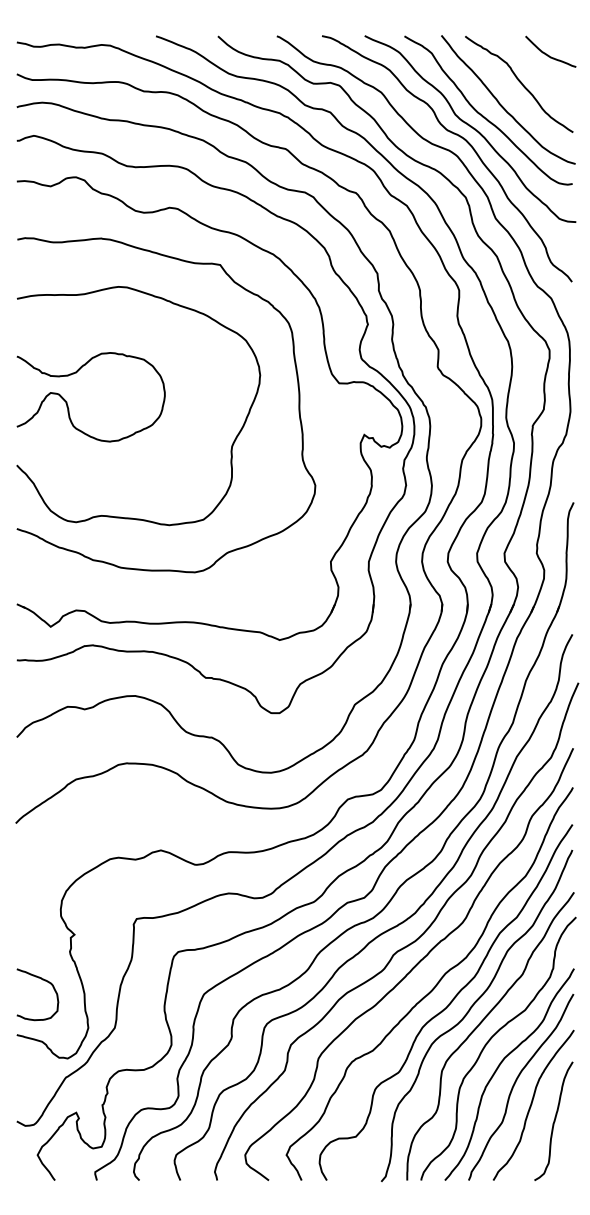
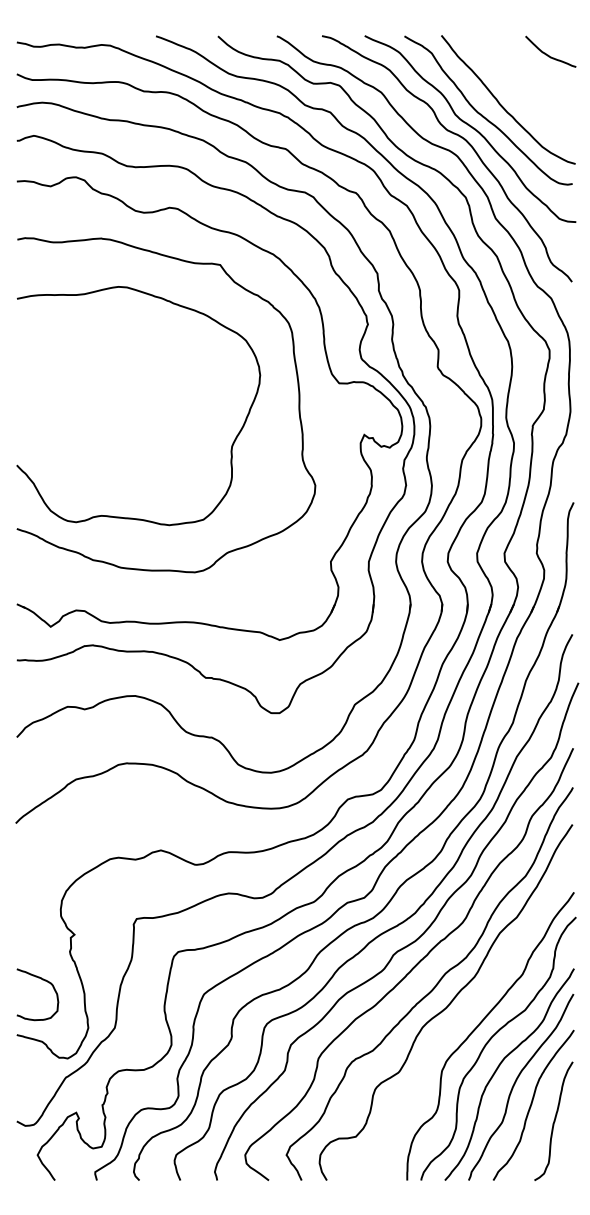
curve at (520, 83): present -> none
curve at (68, 405): present -> none
curve at (470, 1010): present -> none
